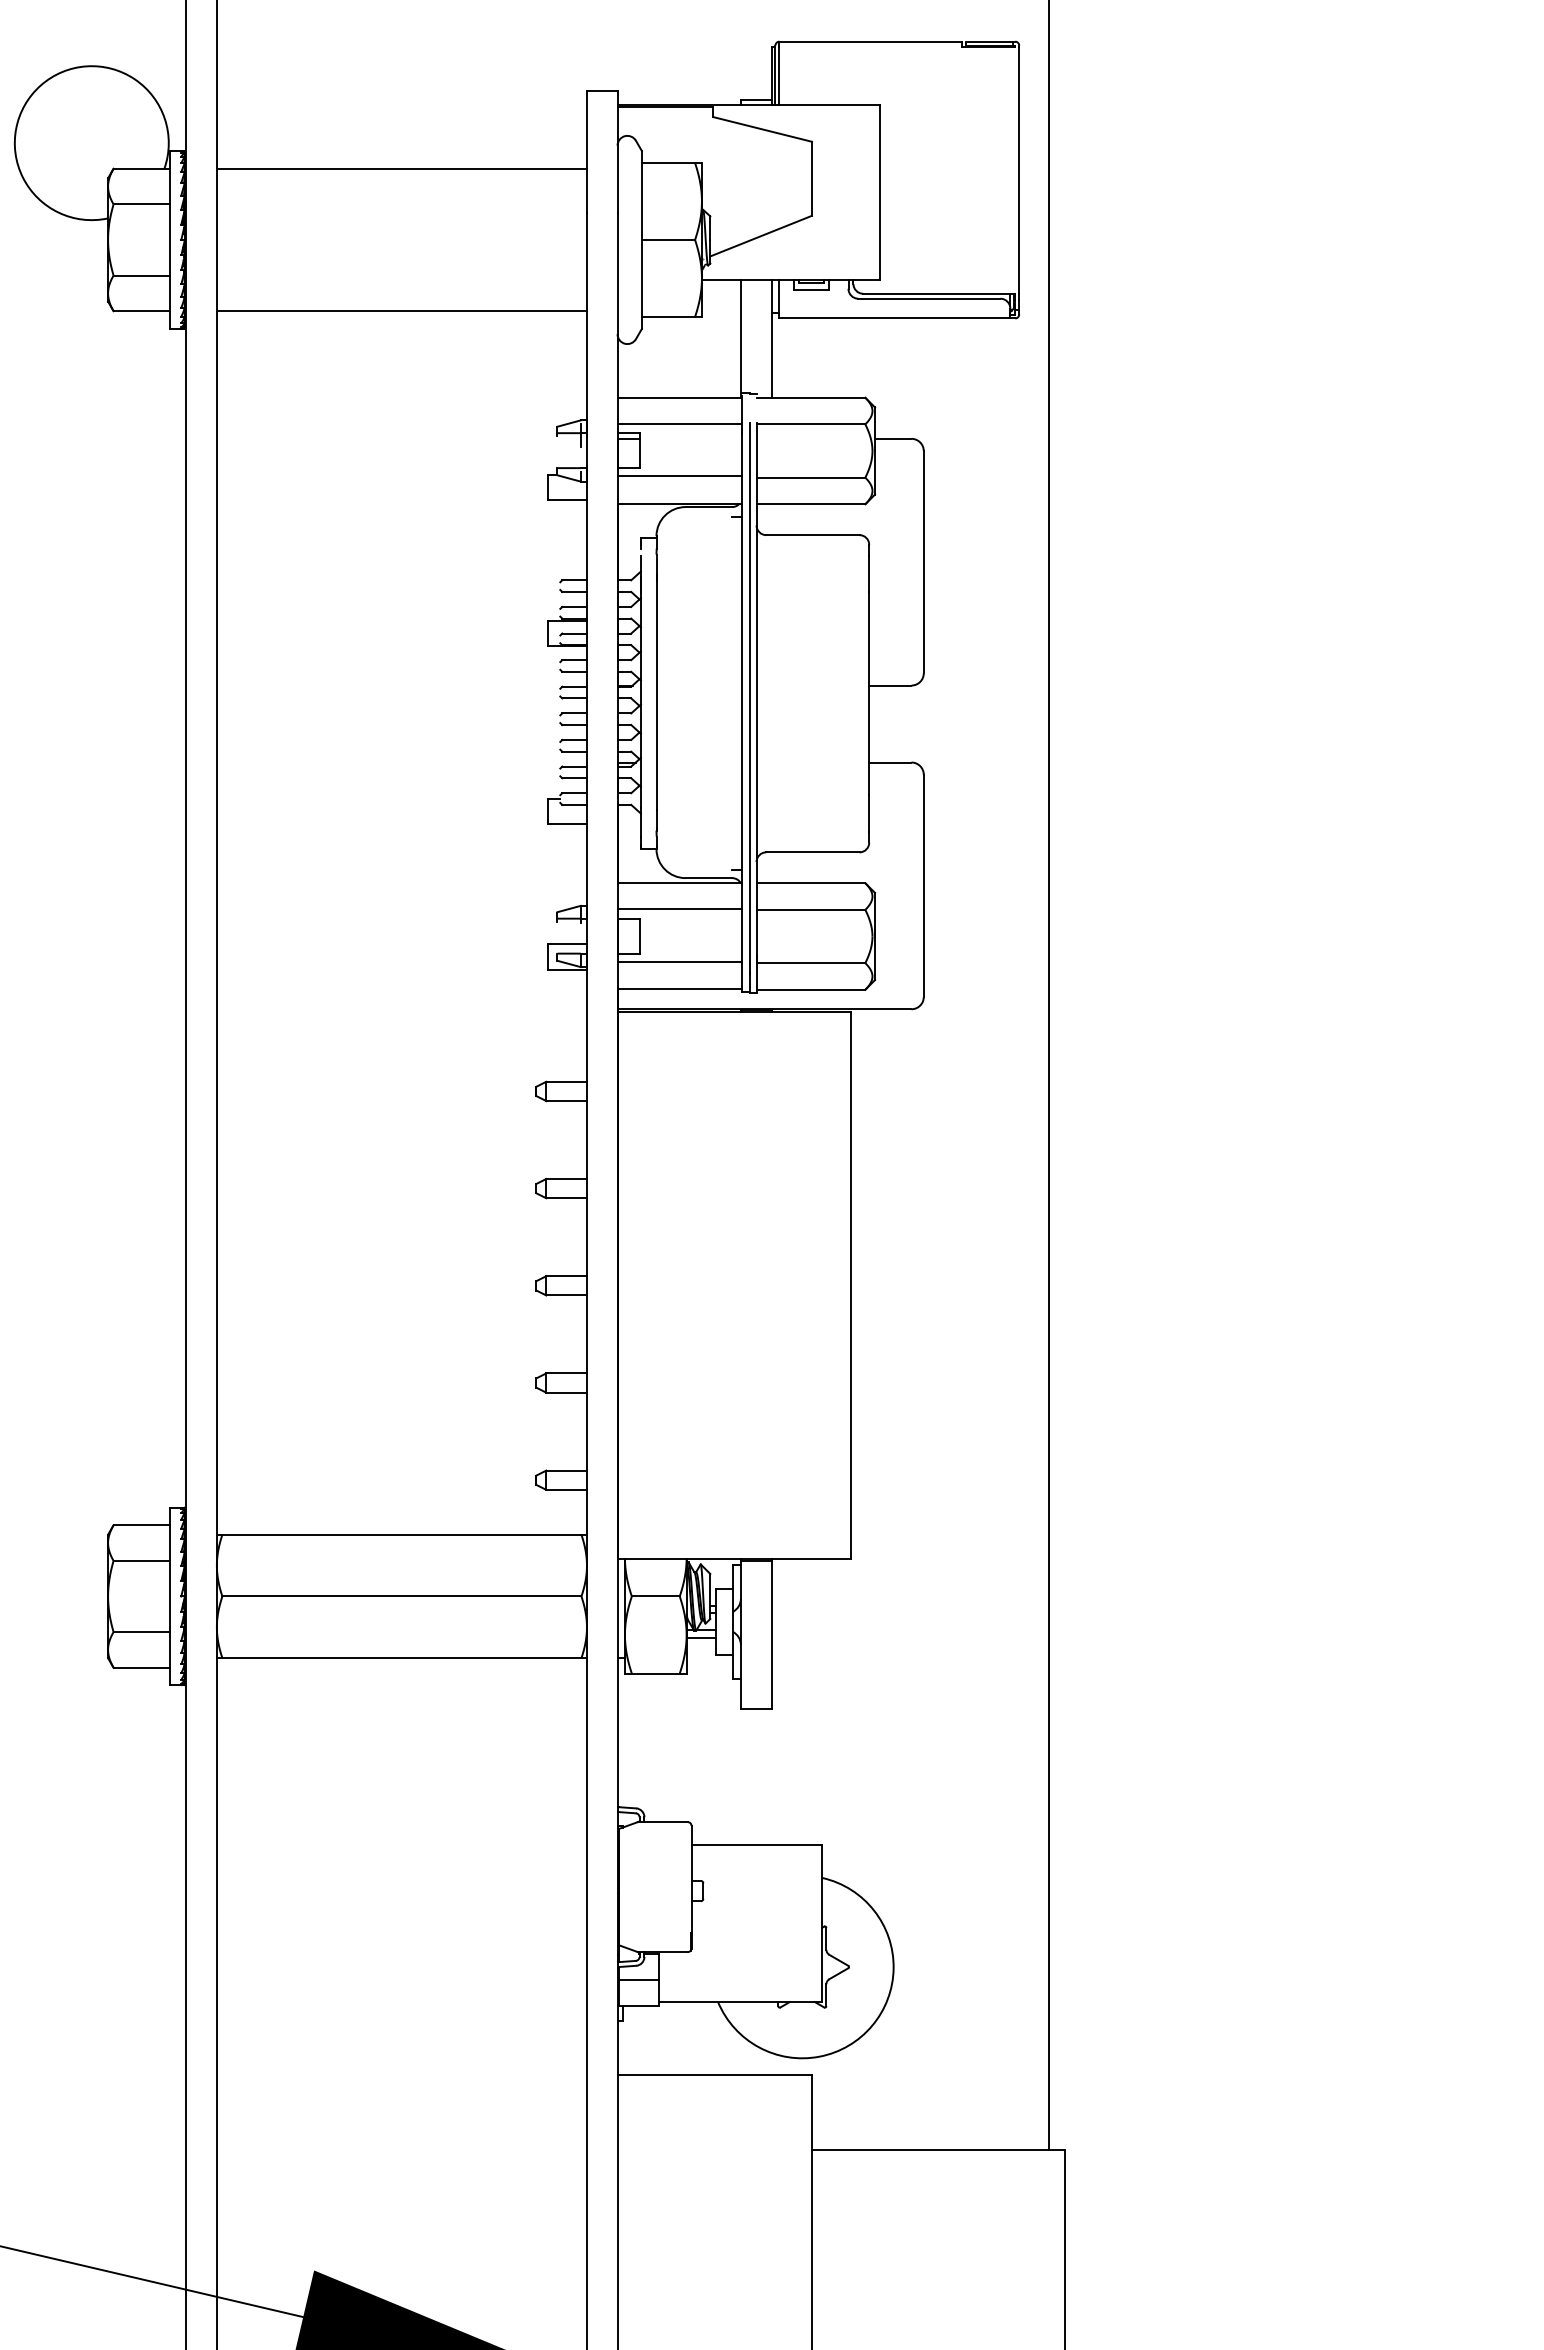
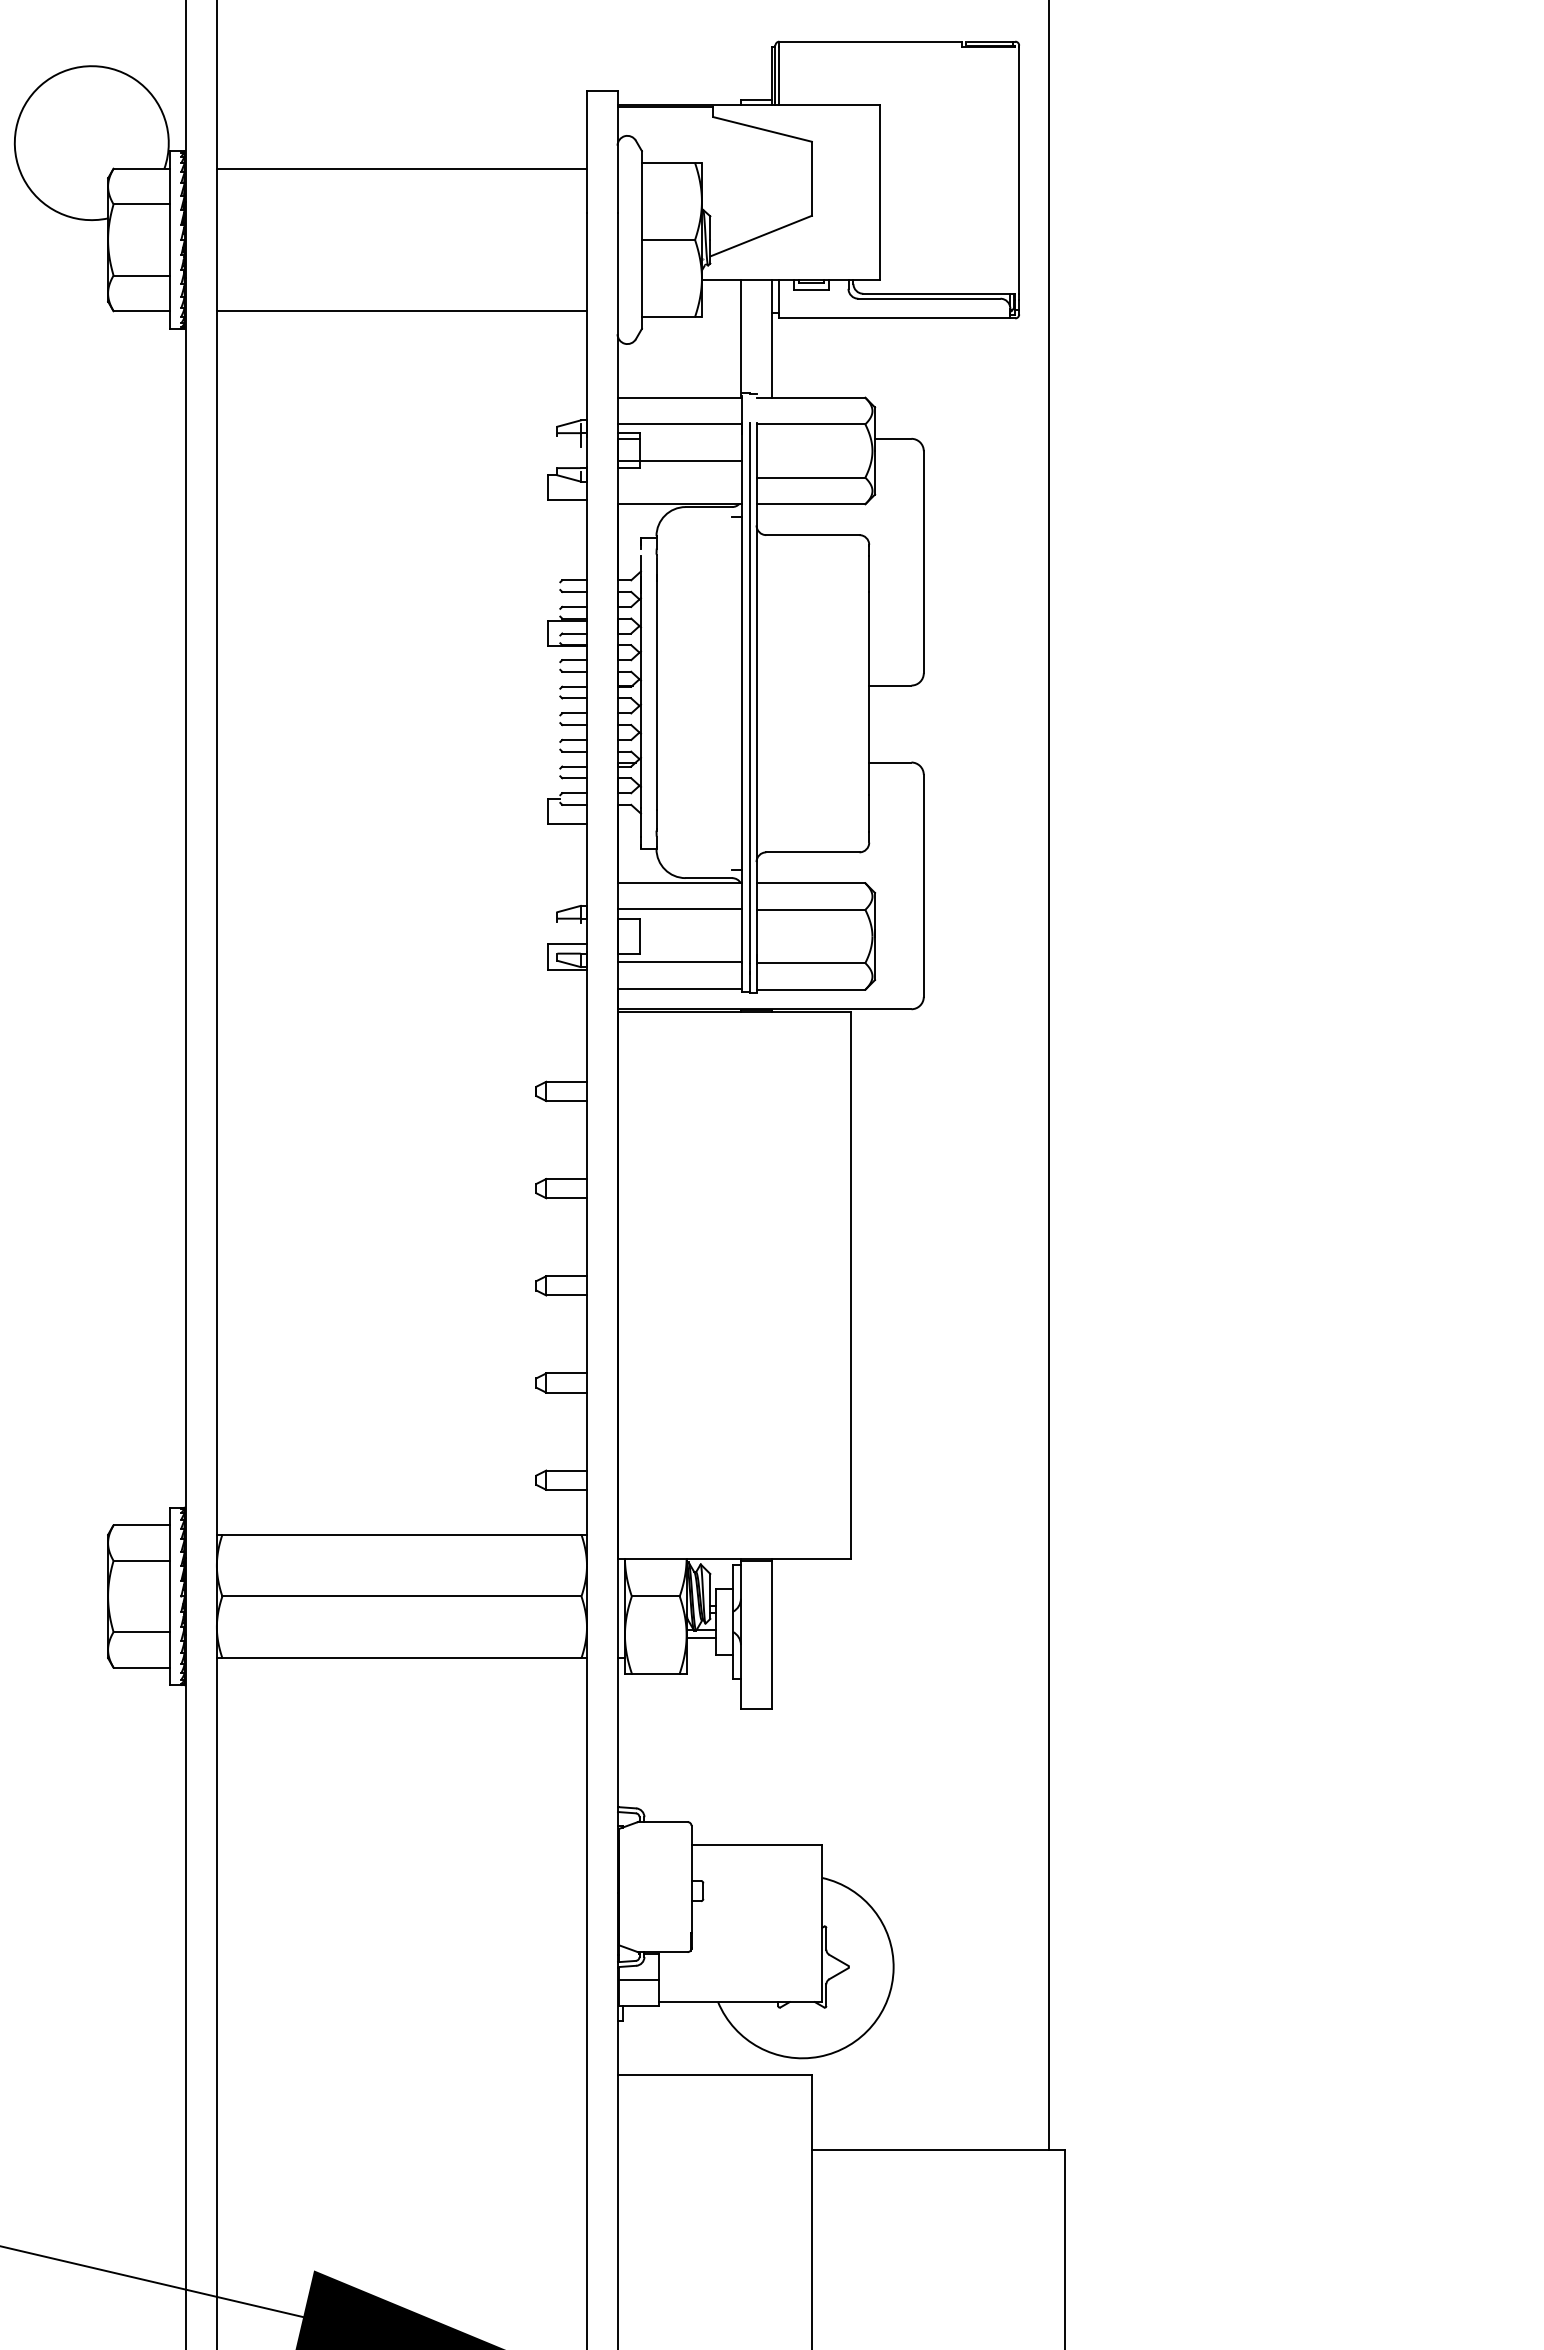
line at (679, 476) position: (679, 476) -> (679, 461)
